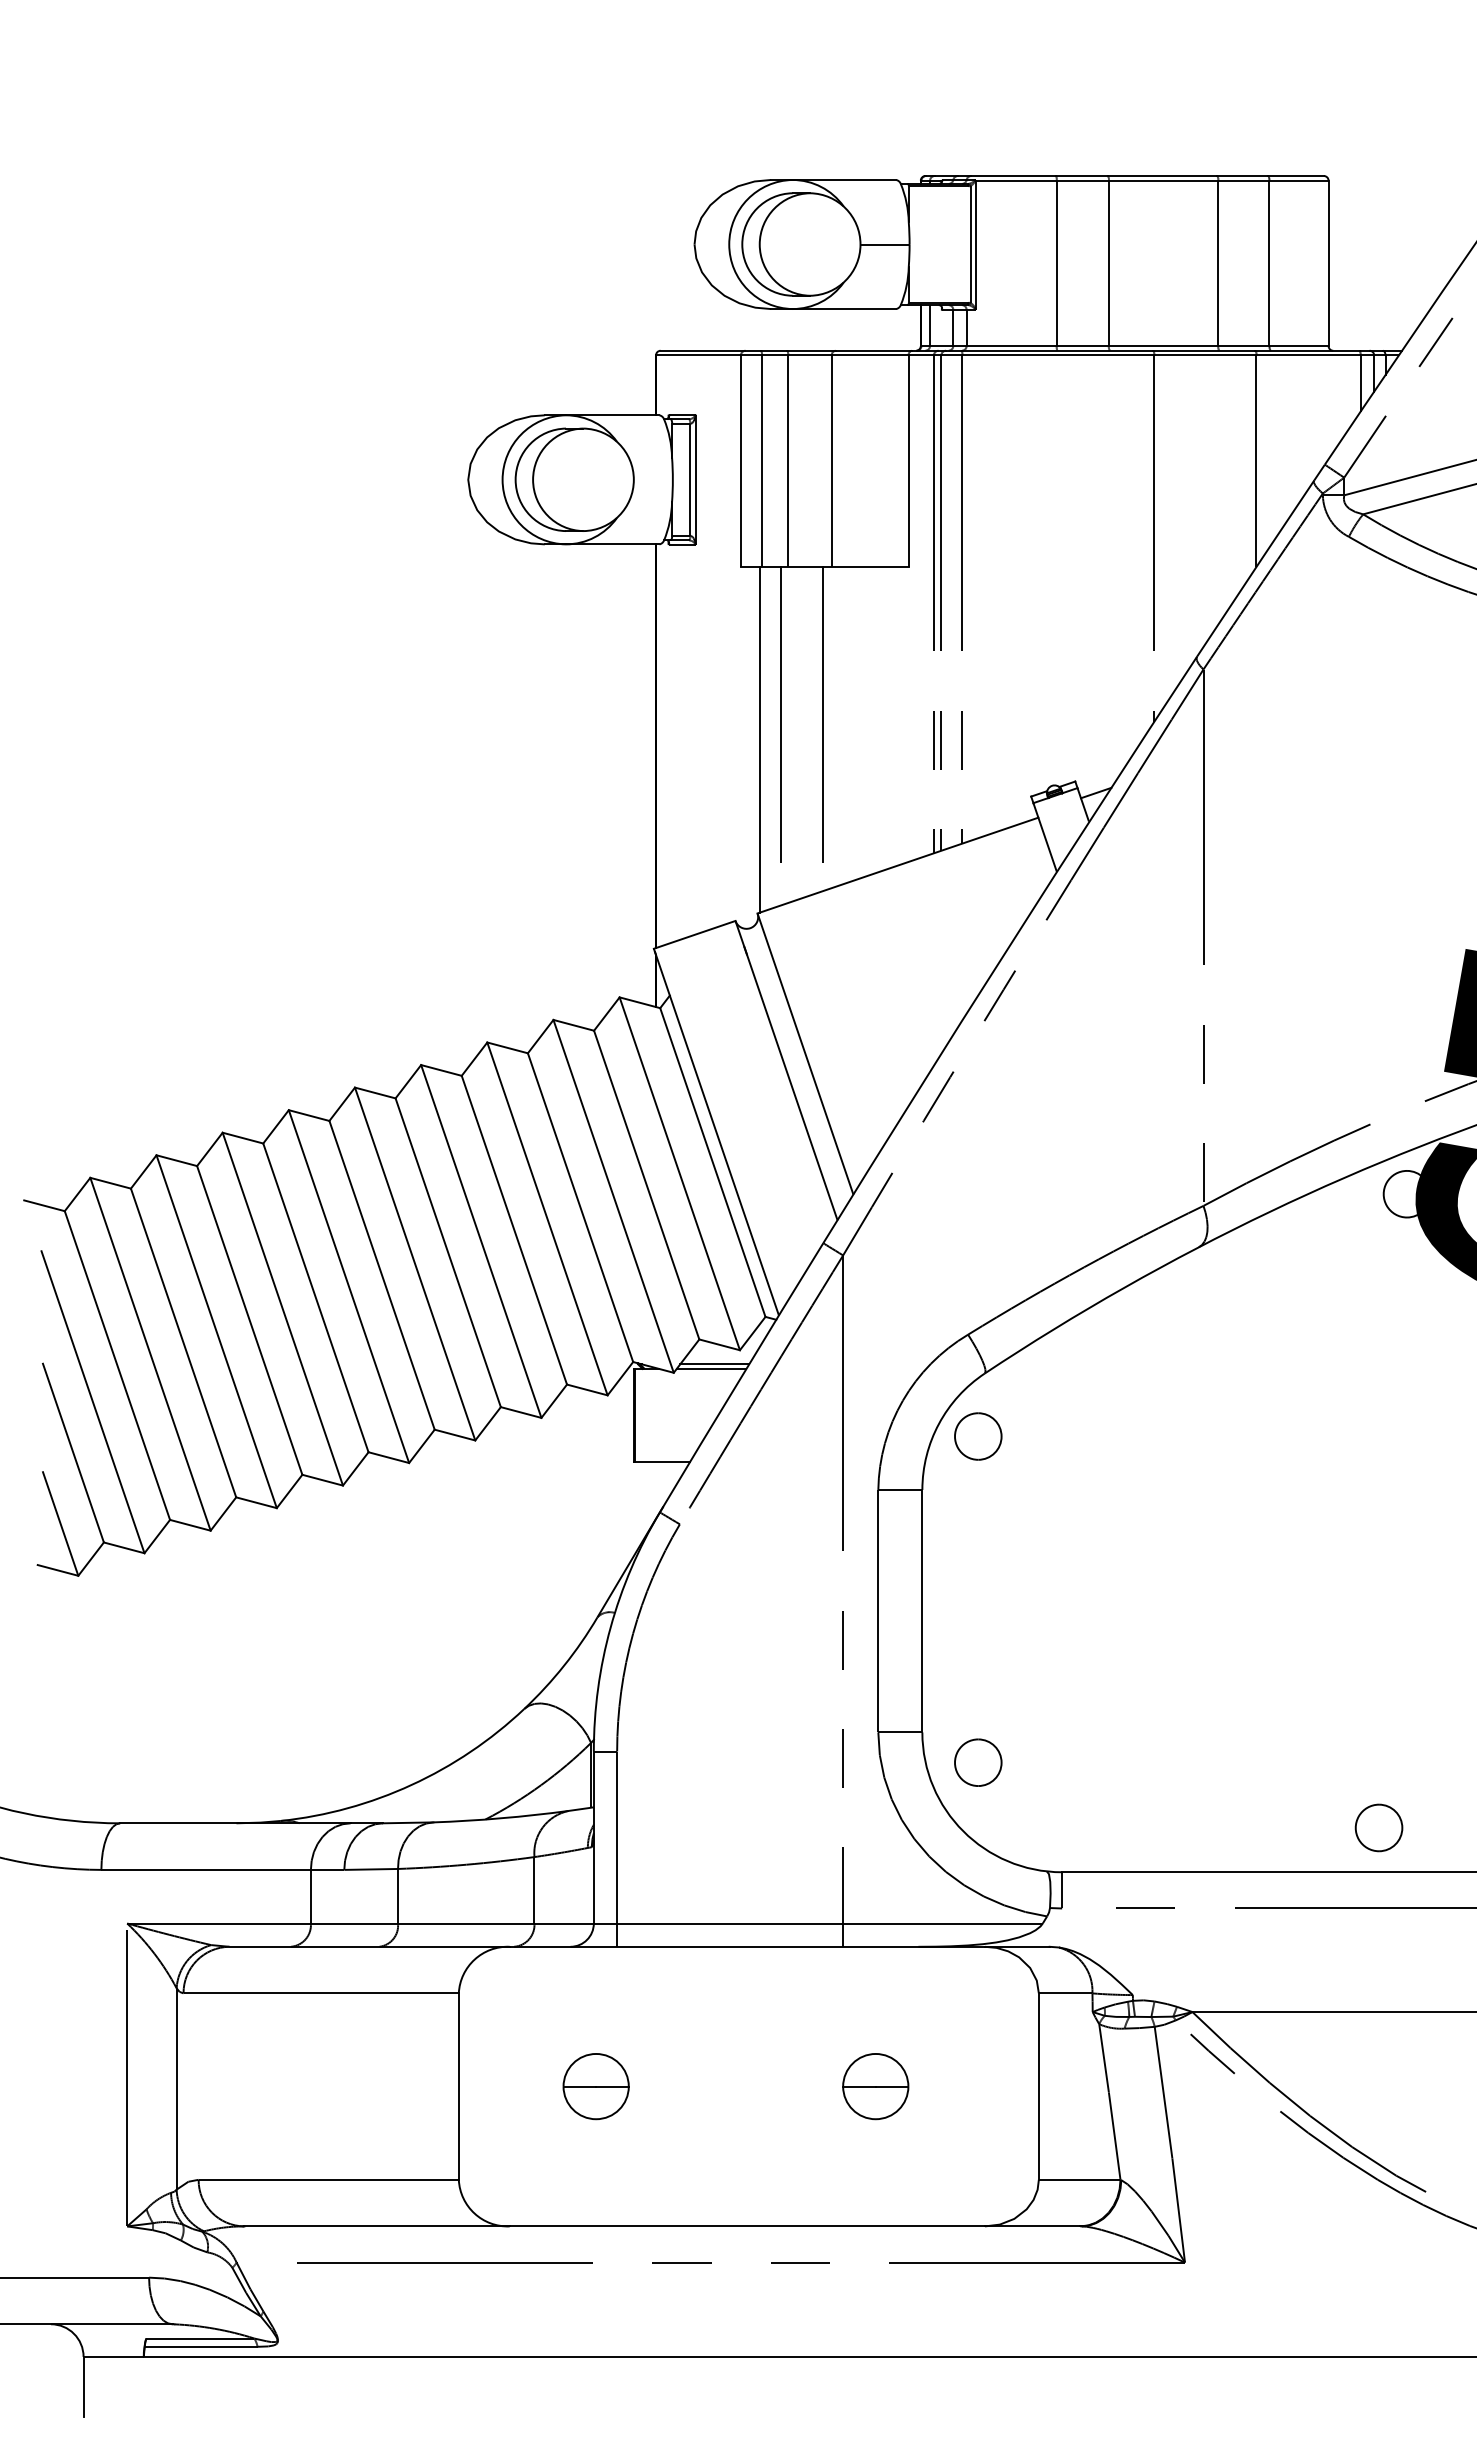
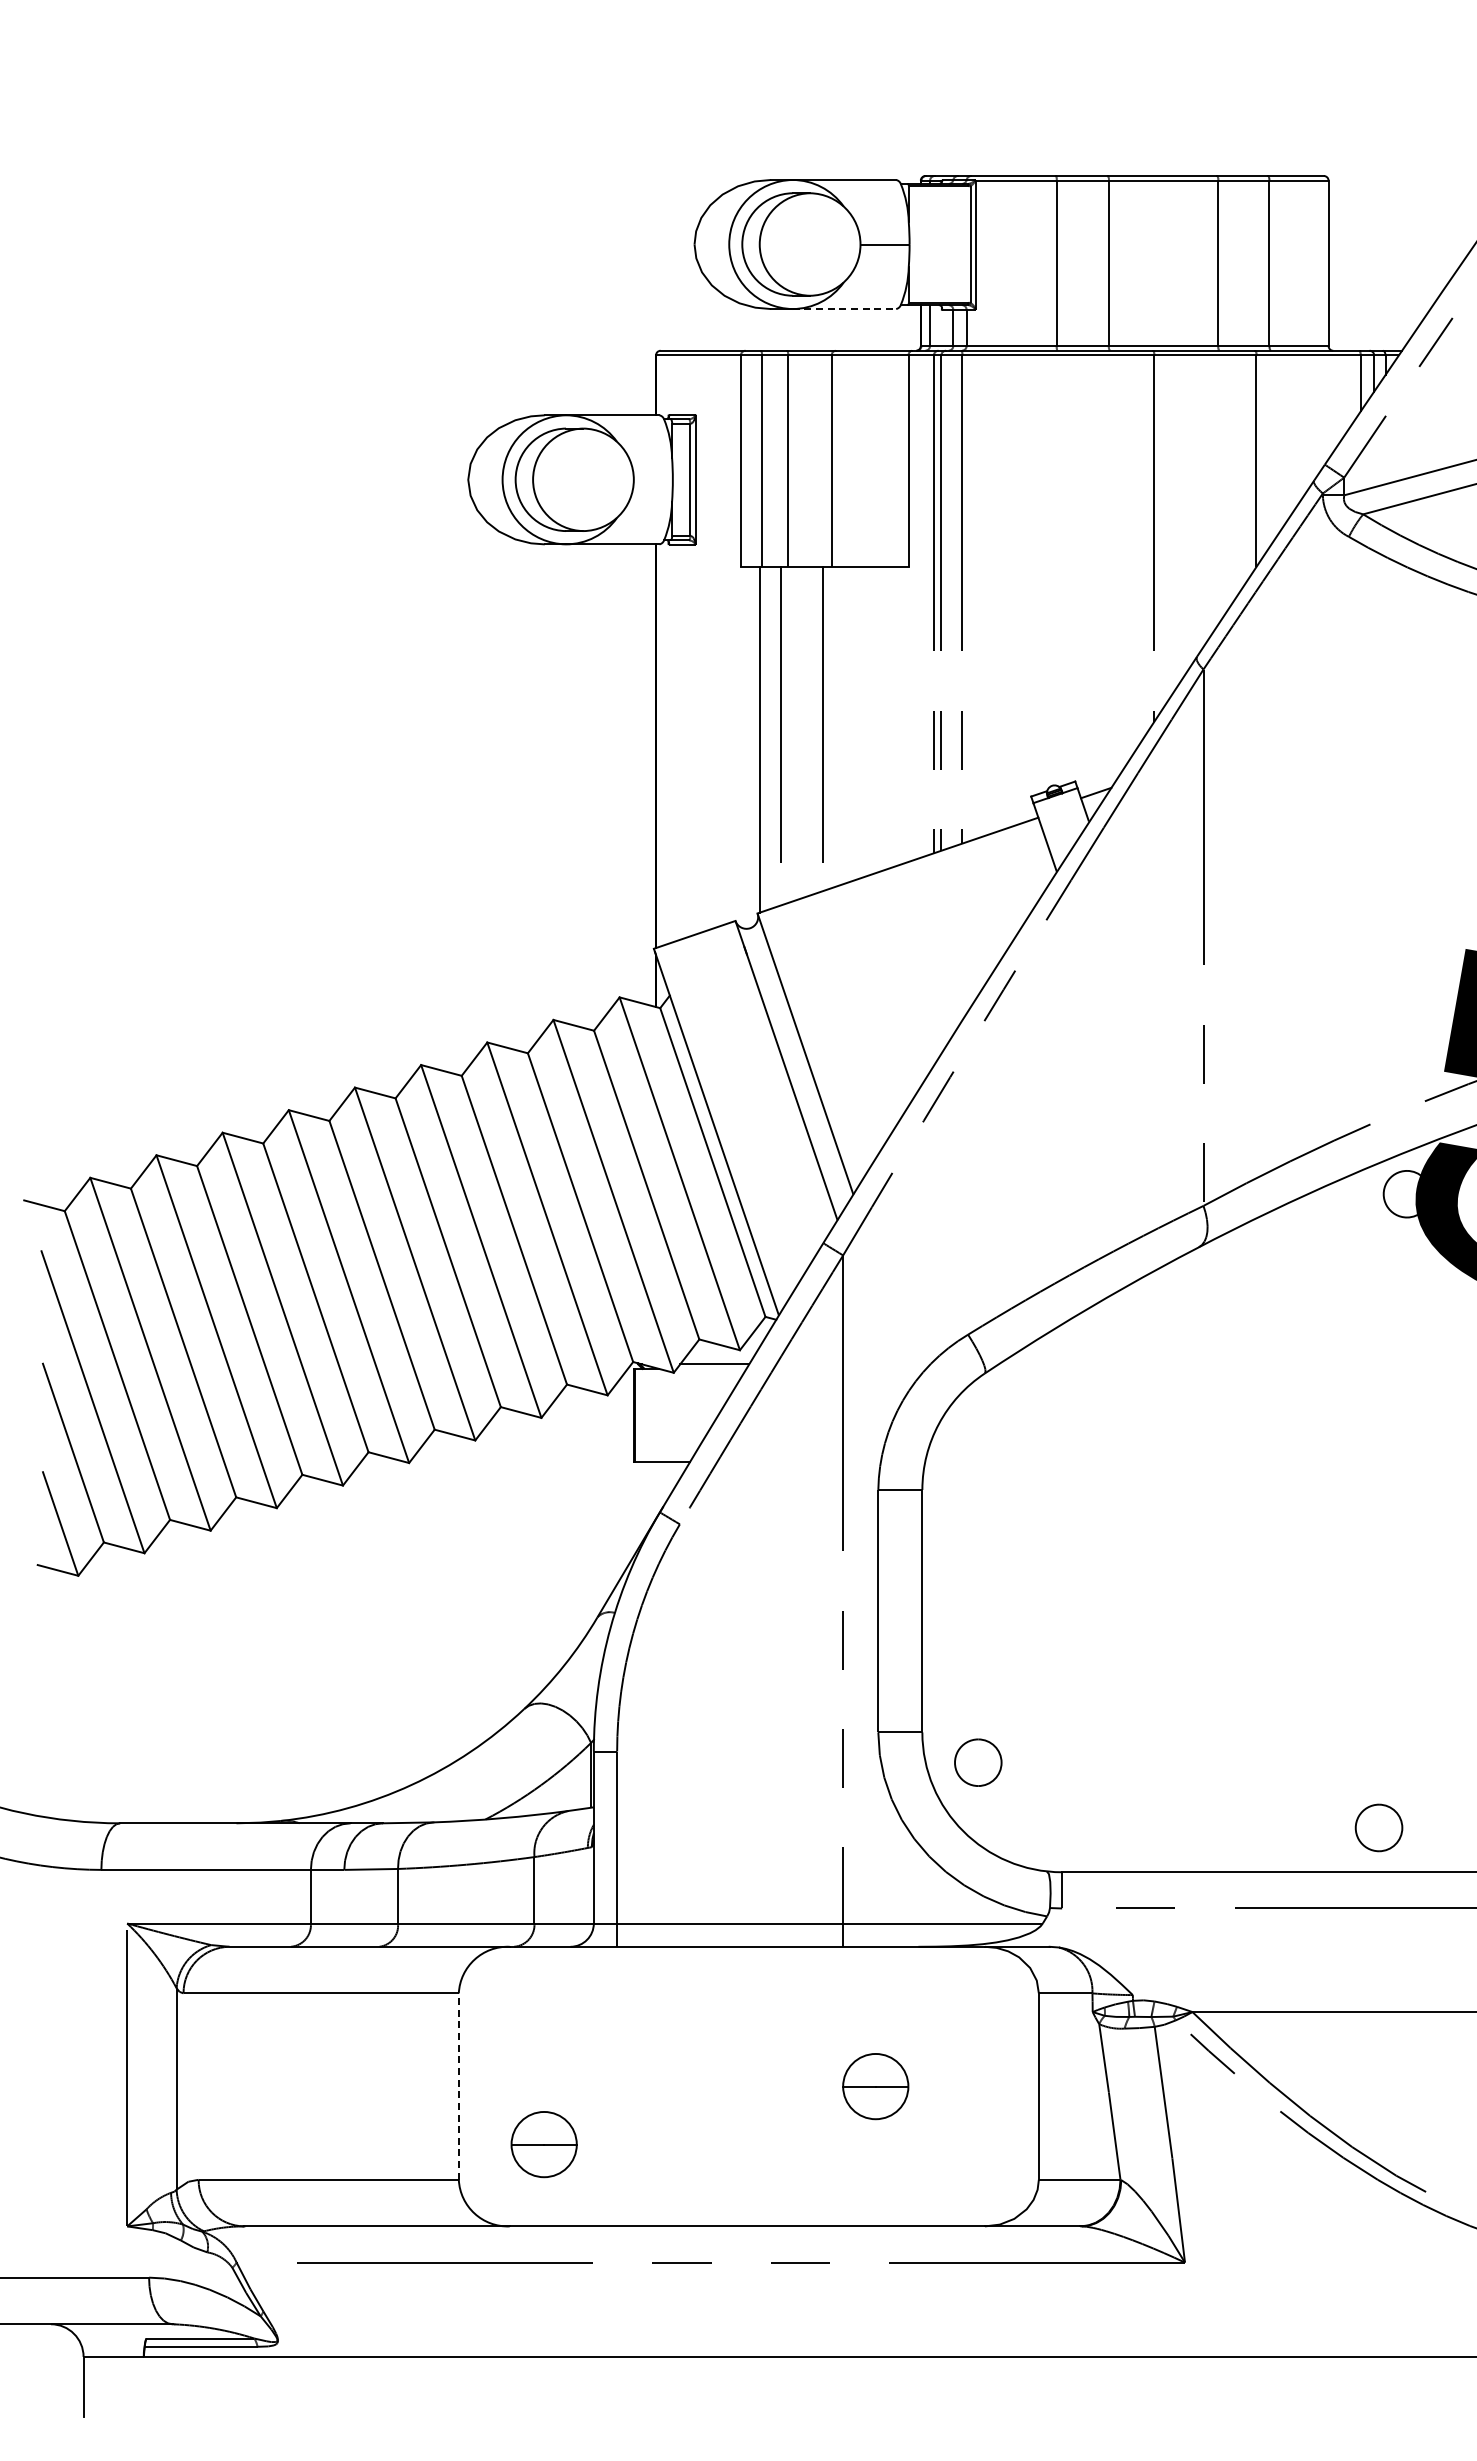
line at (844, 309): solid -> dashed
line at (711, 1368): present -> none
part at (978, 1436): present -> none
line at (458, 2086): solid -> dashed
part at (595, 2086) position: (595, 2086) -> (543, 2144)
